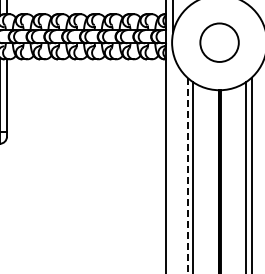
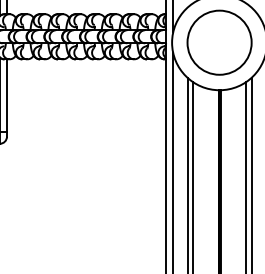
circle at (219, 42) diameter: 38 px -> 64 px
line at (173, 161): none -> present
line at (187, 175): dashed -> solid
